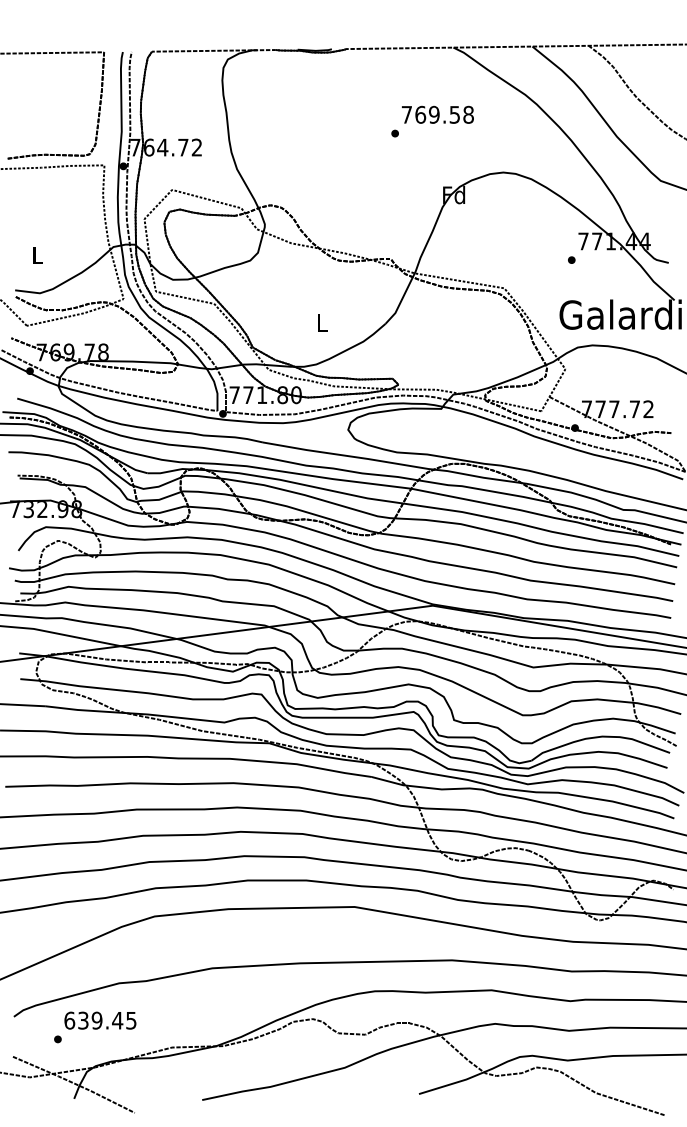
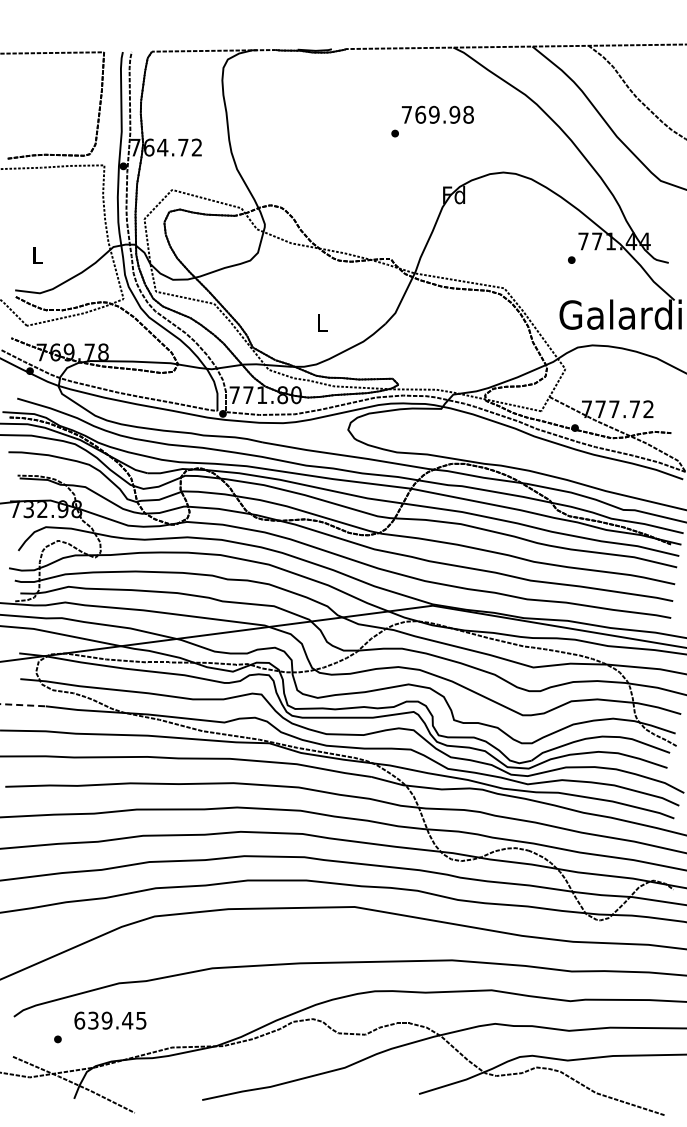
text at (454, 114): 769.58 -> 769.98
line at (22, 705): solid -> dashed
text at (100, 1020) position: (100, 1020) -> (110, 1020)
